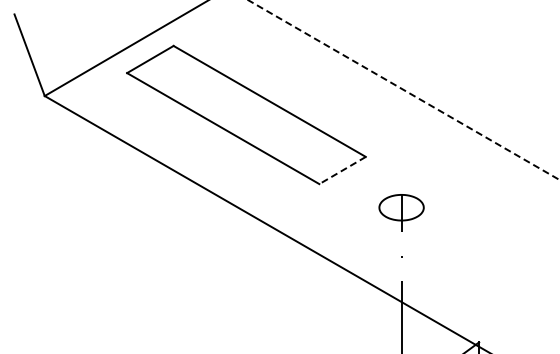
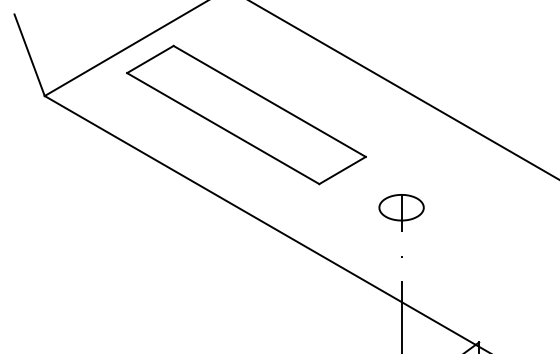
line at (404, 90): dashed -> solid
line at (342, 170): dashed -> solid
